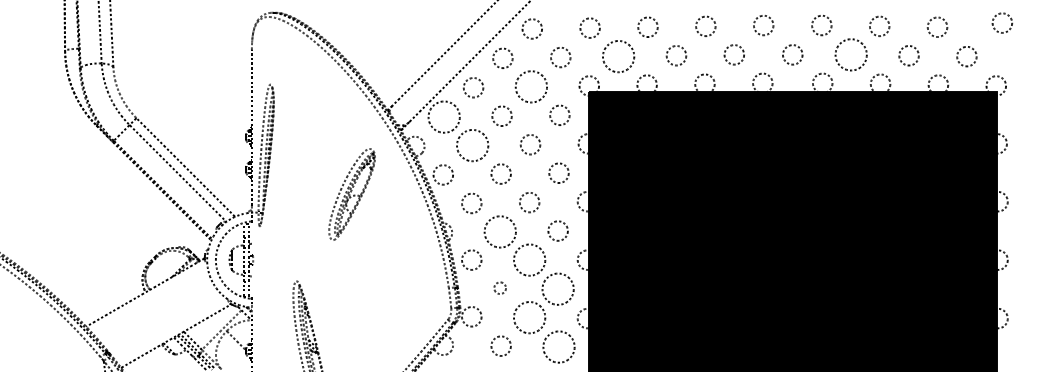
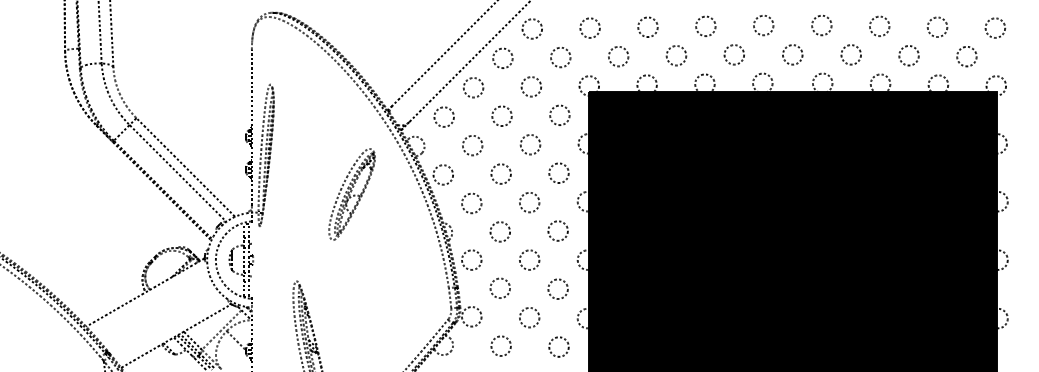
circle at (1002, 22) position: (1002, 22) -> (995, 27)
circle at (850, 54) diameter: 31 px -> 20 px
circle at (618, 56) diameter: 31 px -> 20 px
circle at (531, 86) diameter: 31 px -> 20 px
circle at (443, 116) diameter: 31 px -> 20 px
circle at (472, 145) diameter: 31 px -> 20 px
circle at (499, 231) diameter: 31 px -> 20 px
circle at (529, 259) diameter: 31 px -> 20 px
circle at (499, 287) size: 14x14 px -> 22x22 px
circle at (557, 288) diameter: 31 px -> 20 px
circle at (529, 317) diameter: 31 px -> 20 px
circle at (558, 346) diameter: 31 px -> 20 px
